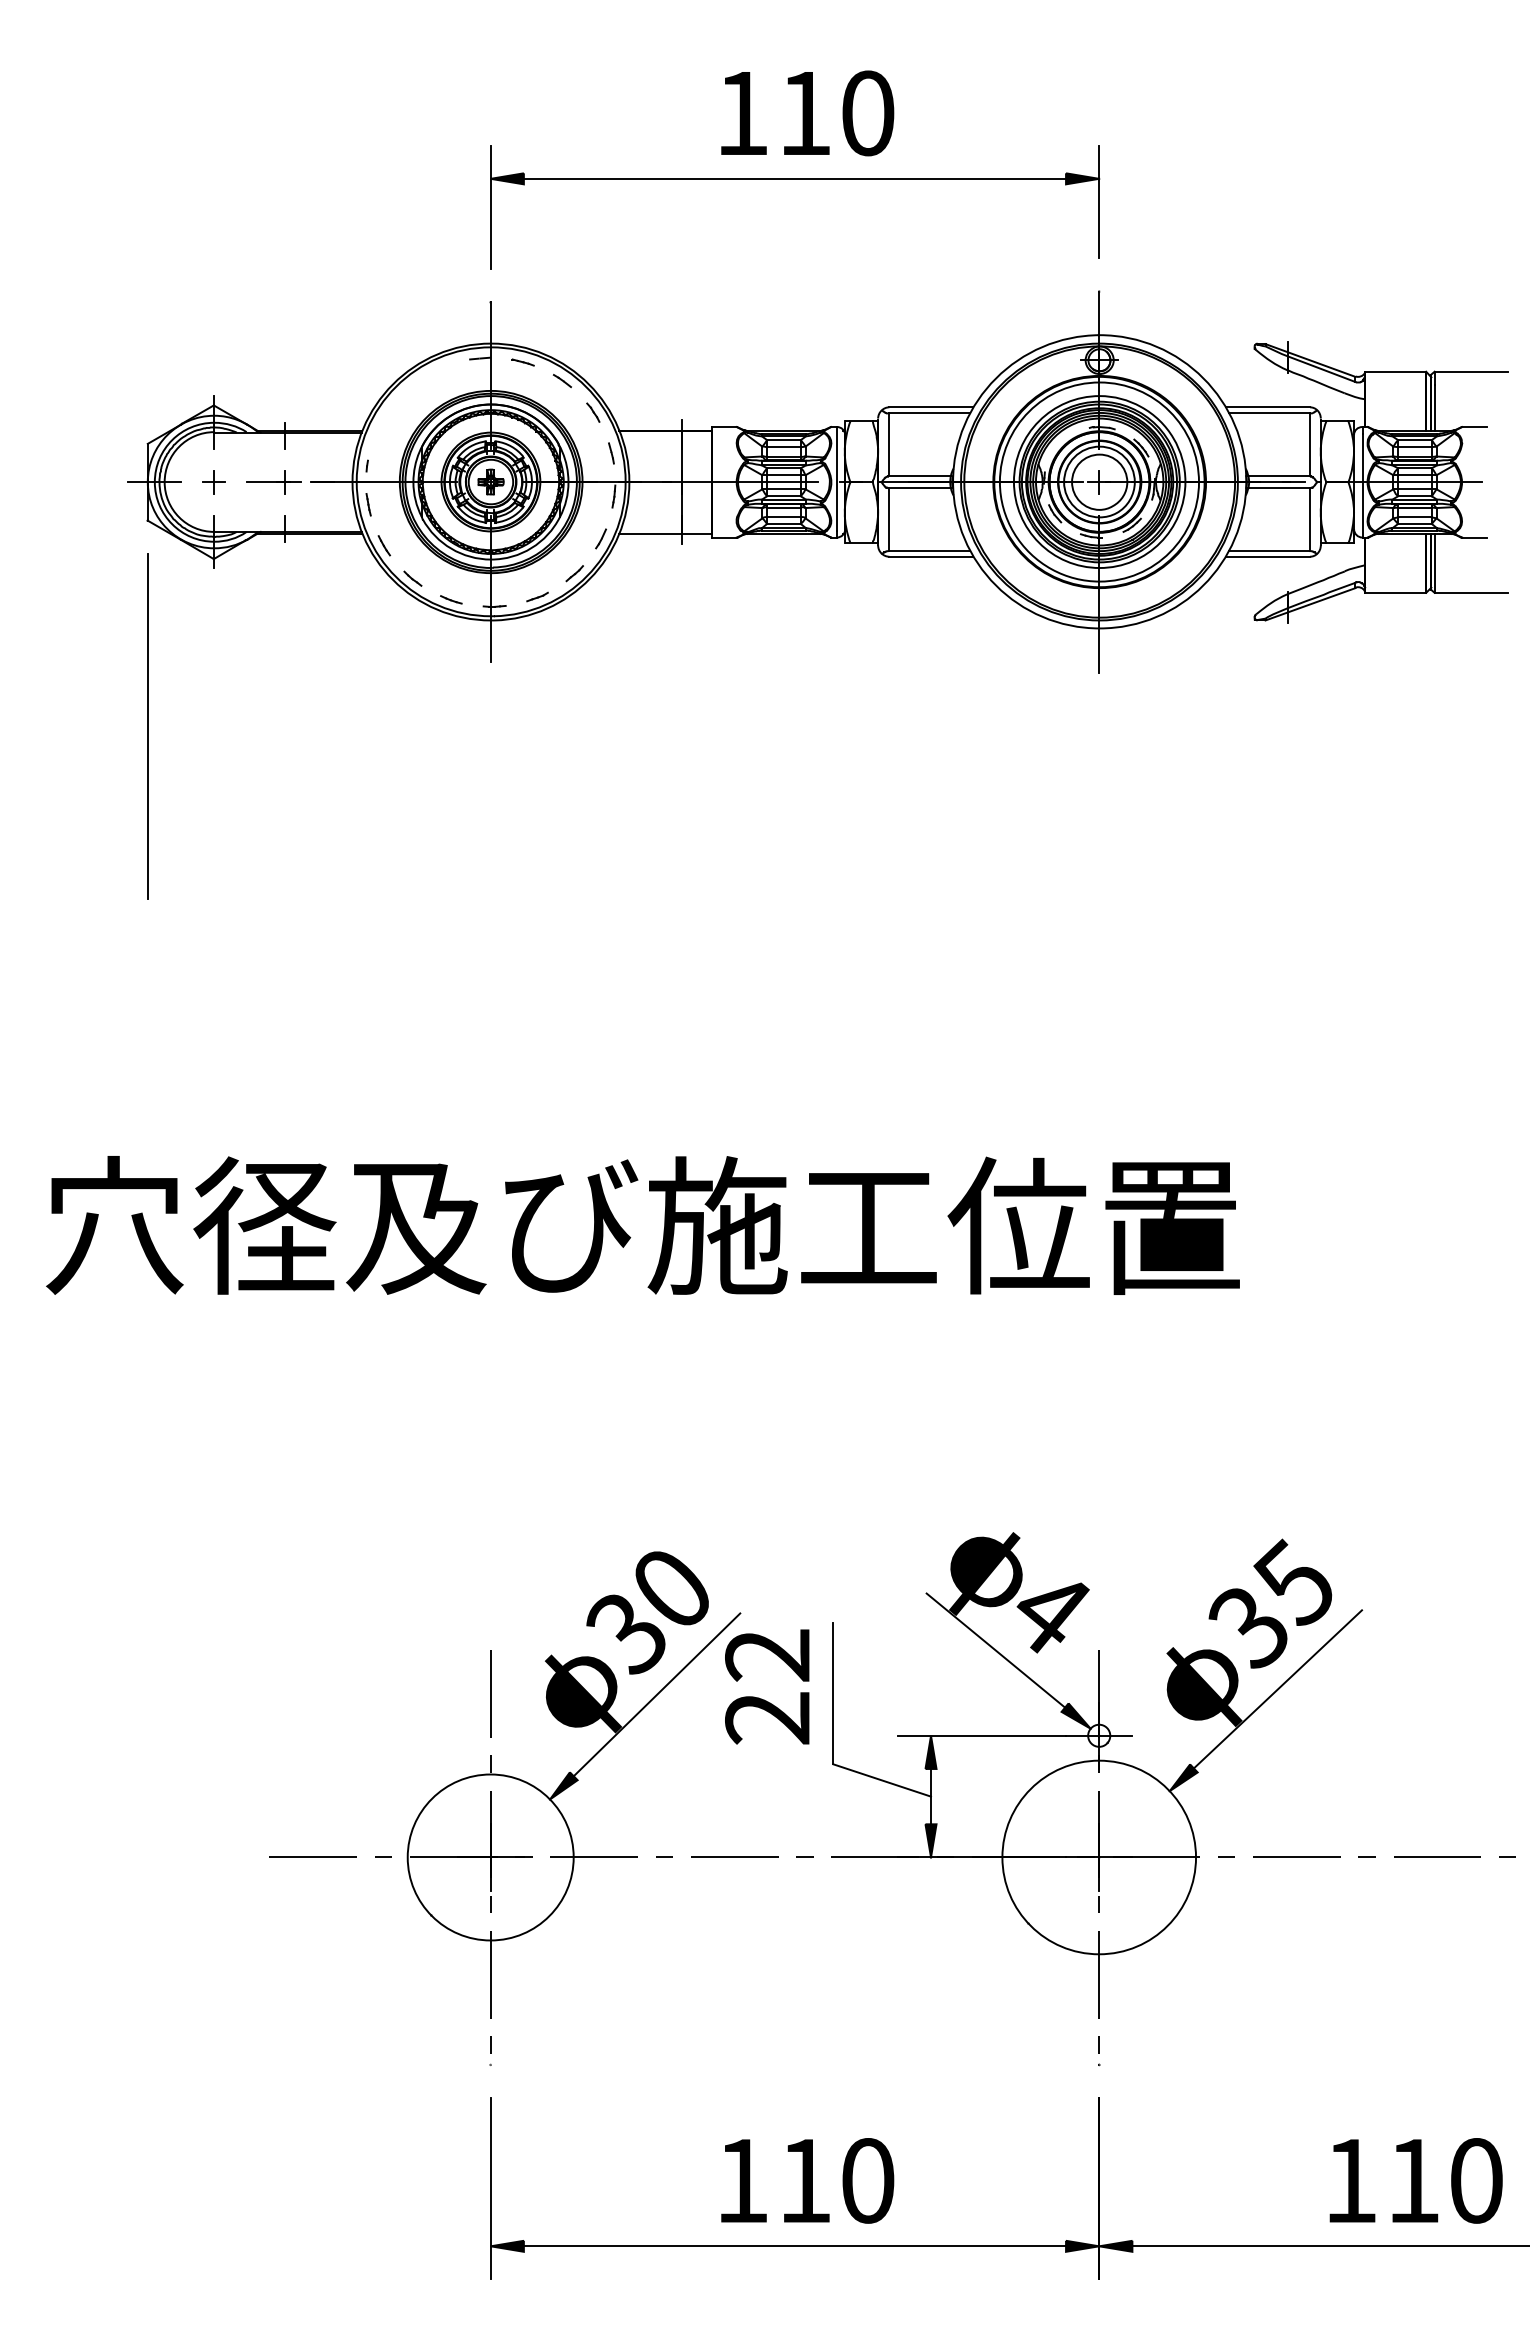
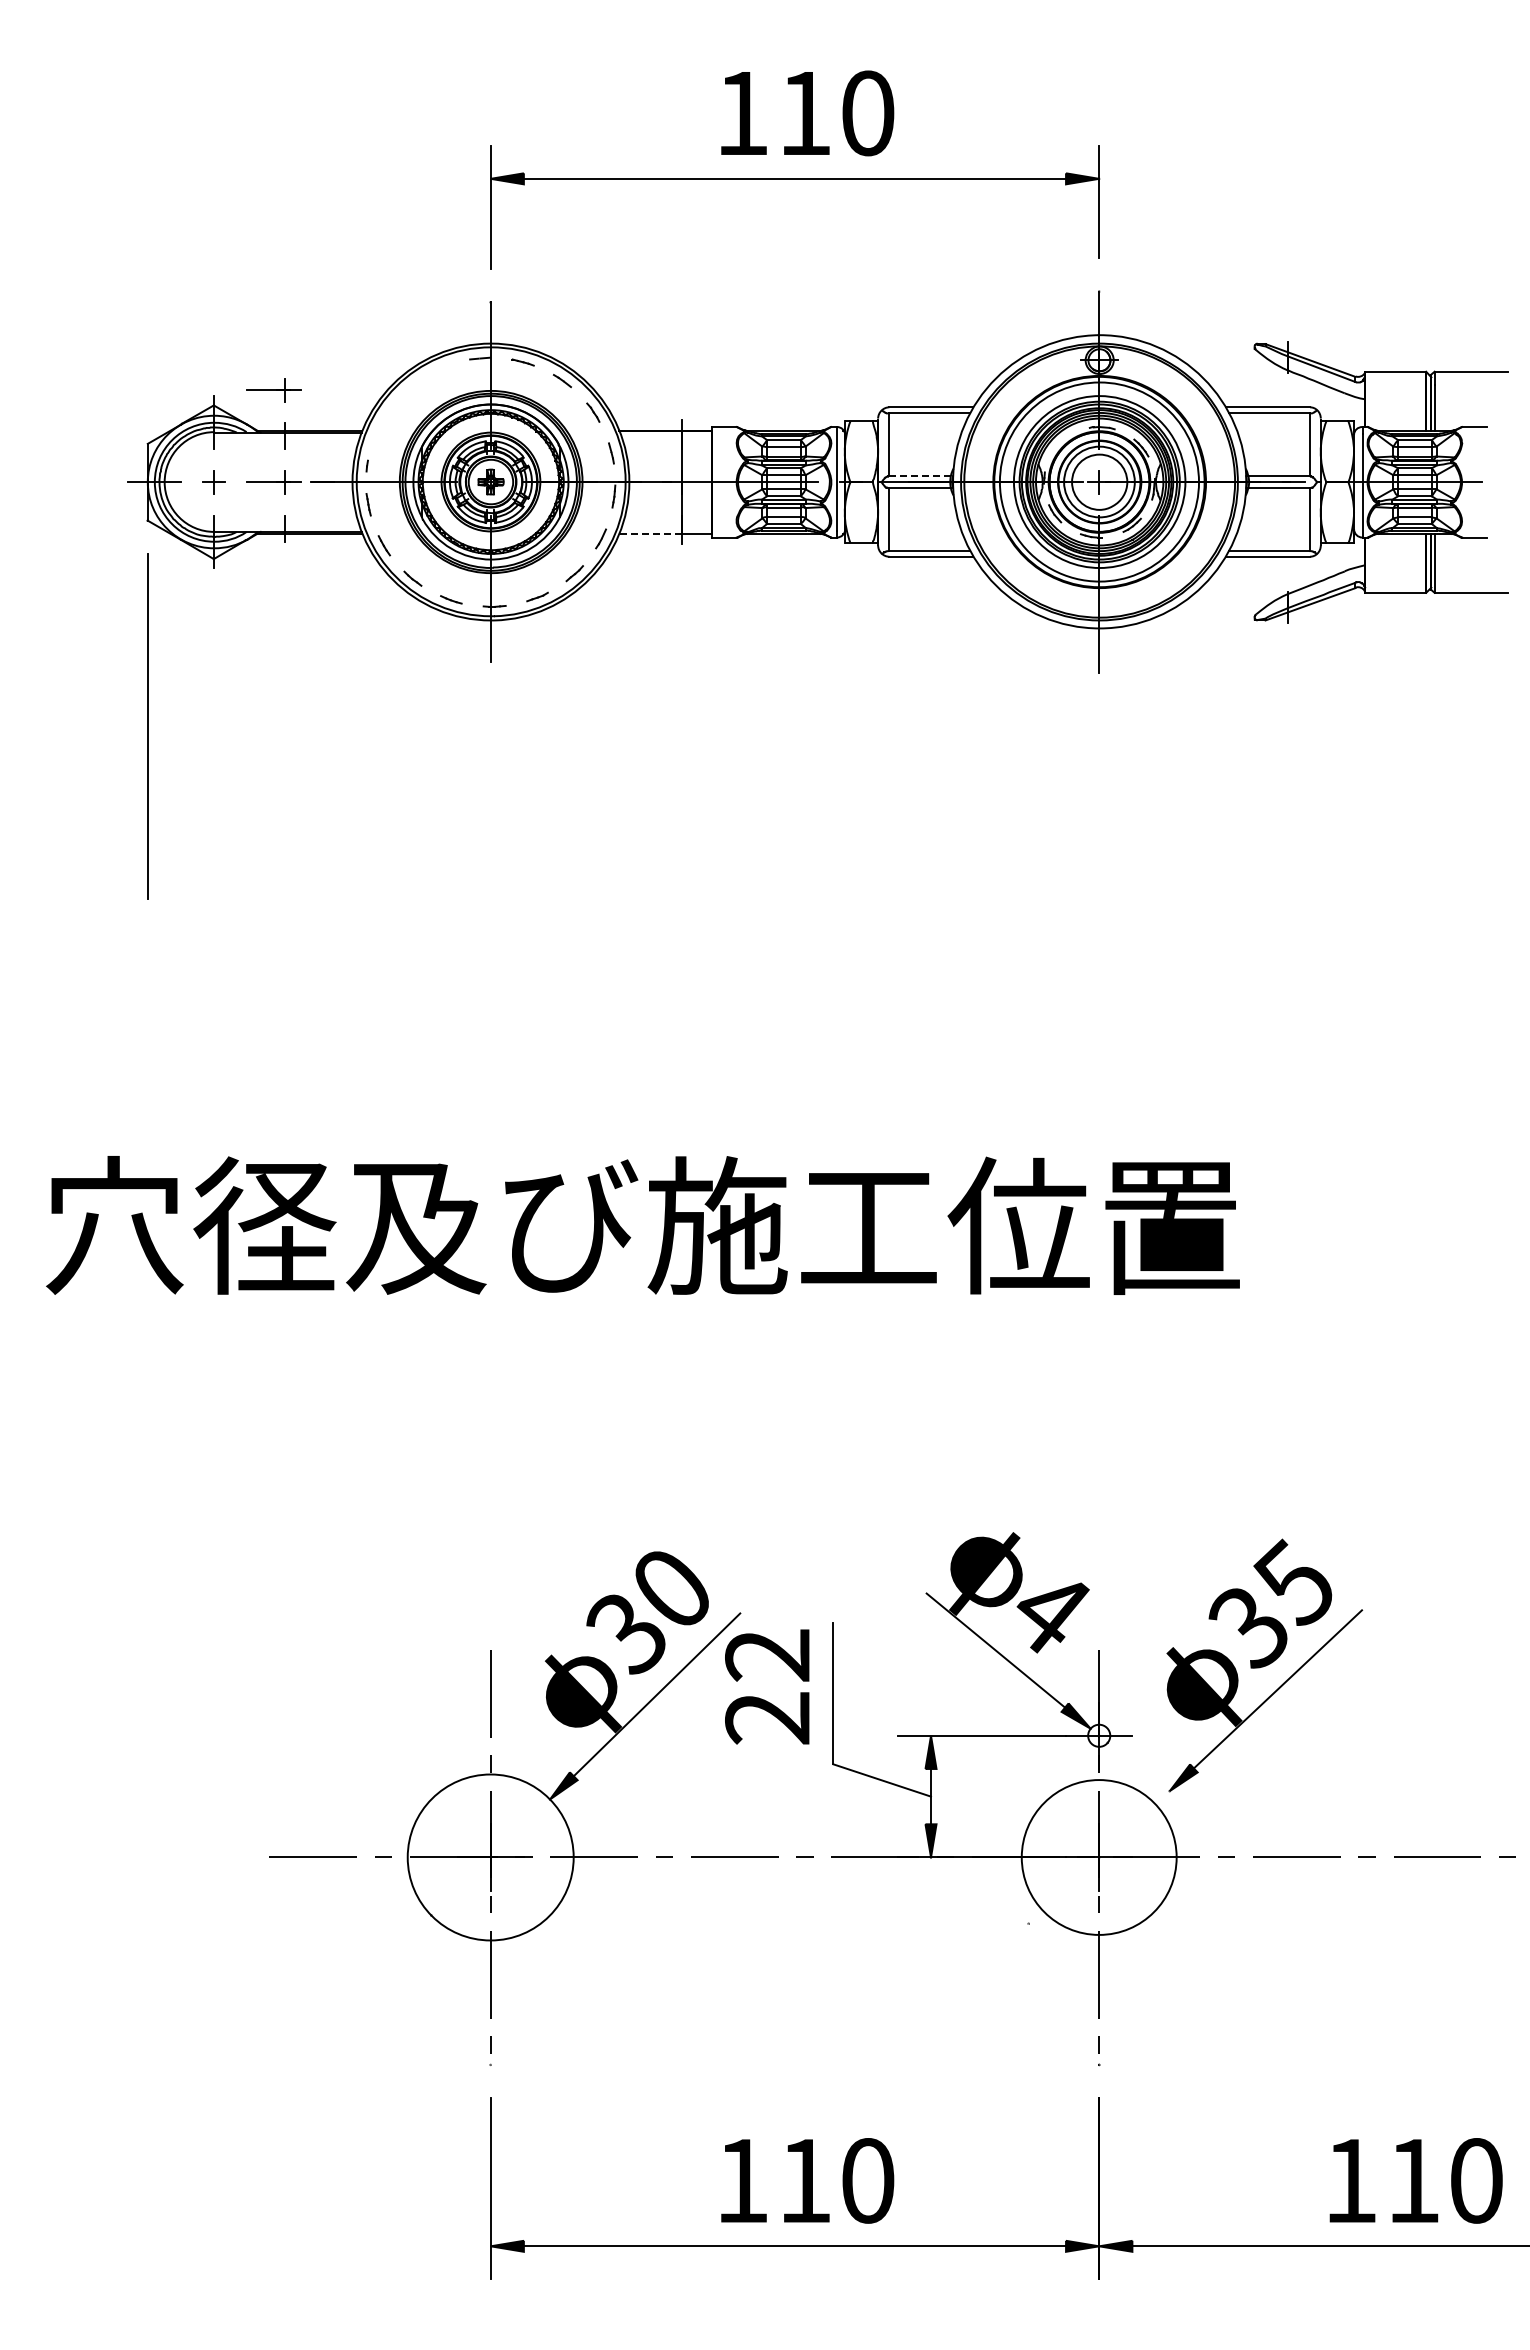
part at (273, 390): none -> present
line at (919, 476): solid -> dashed
line at (650, 533): solid -> dashed
circle at (1099, 1857) diameter: 194 px -> 155 px
